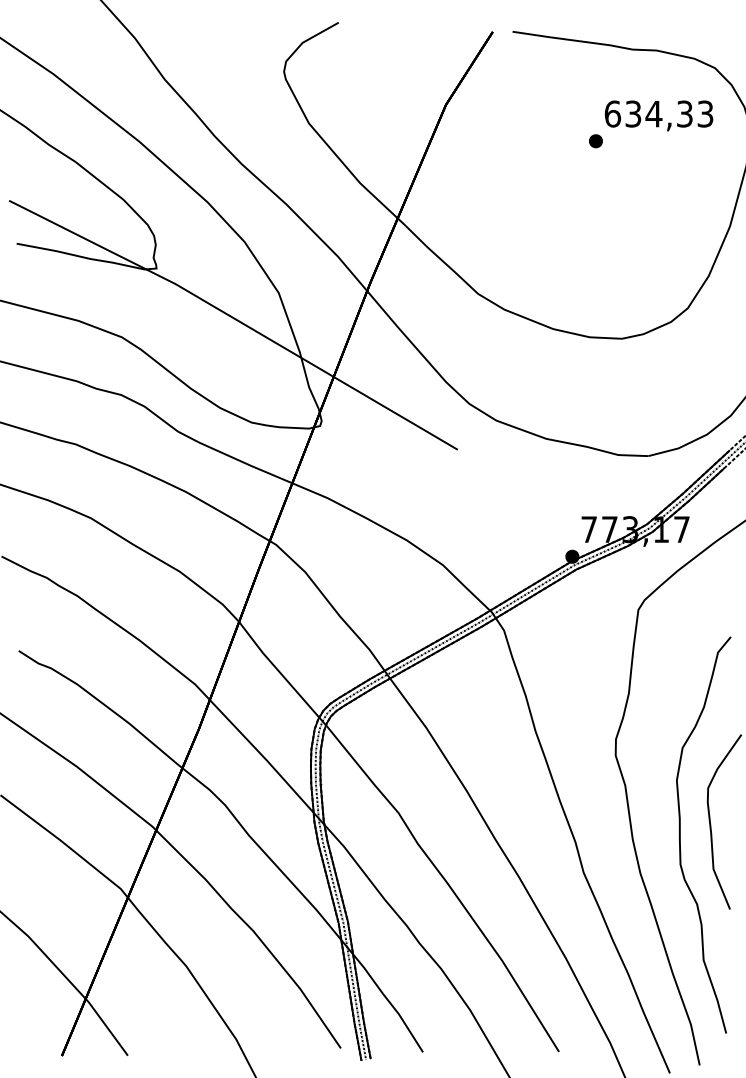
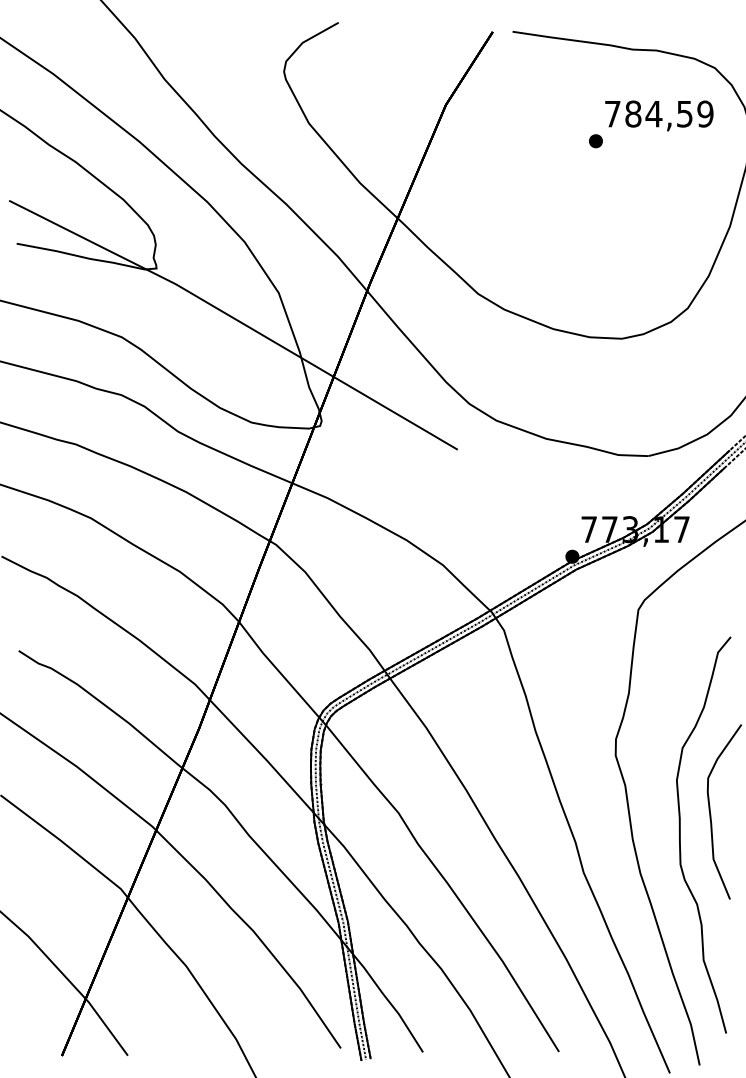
text at (658, 113): 634,33 -> 784,59
part at (711, 824) position: (711, 824) -> (711, 814)
